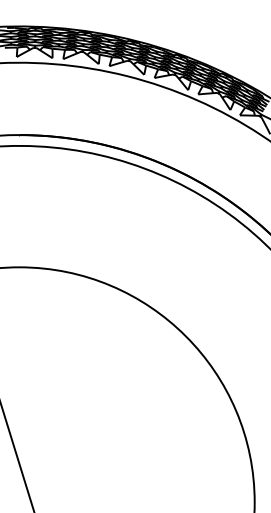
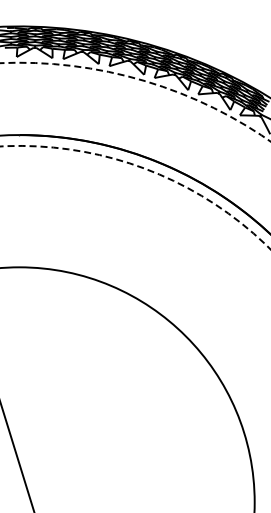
arc at (143, 80): solid -> dashed
arc at (146, 169): solid -> dashed
